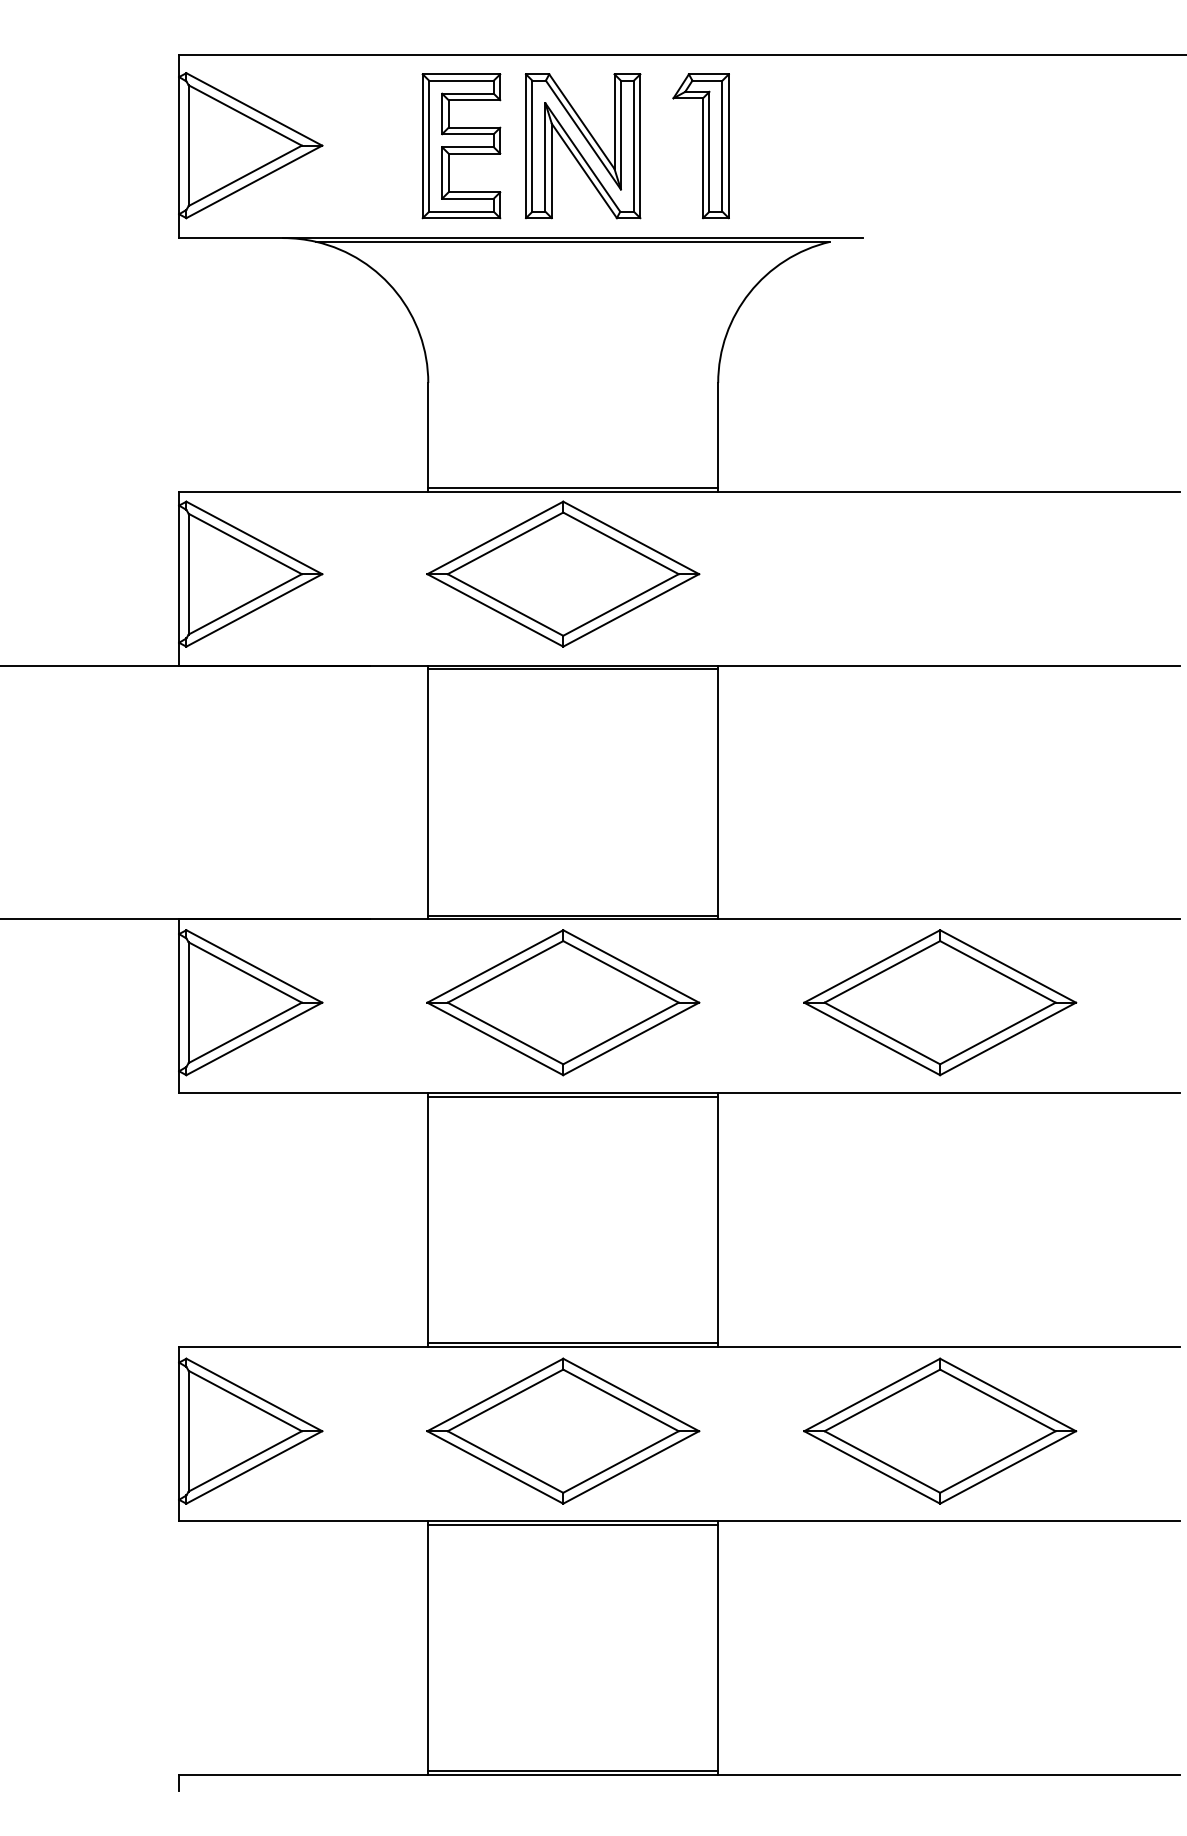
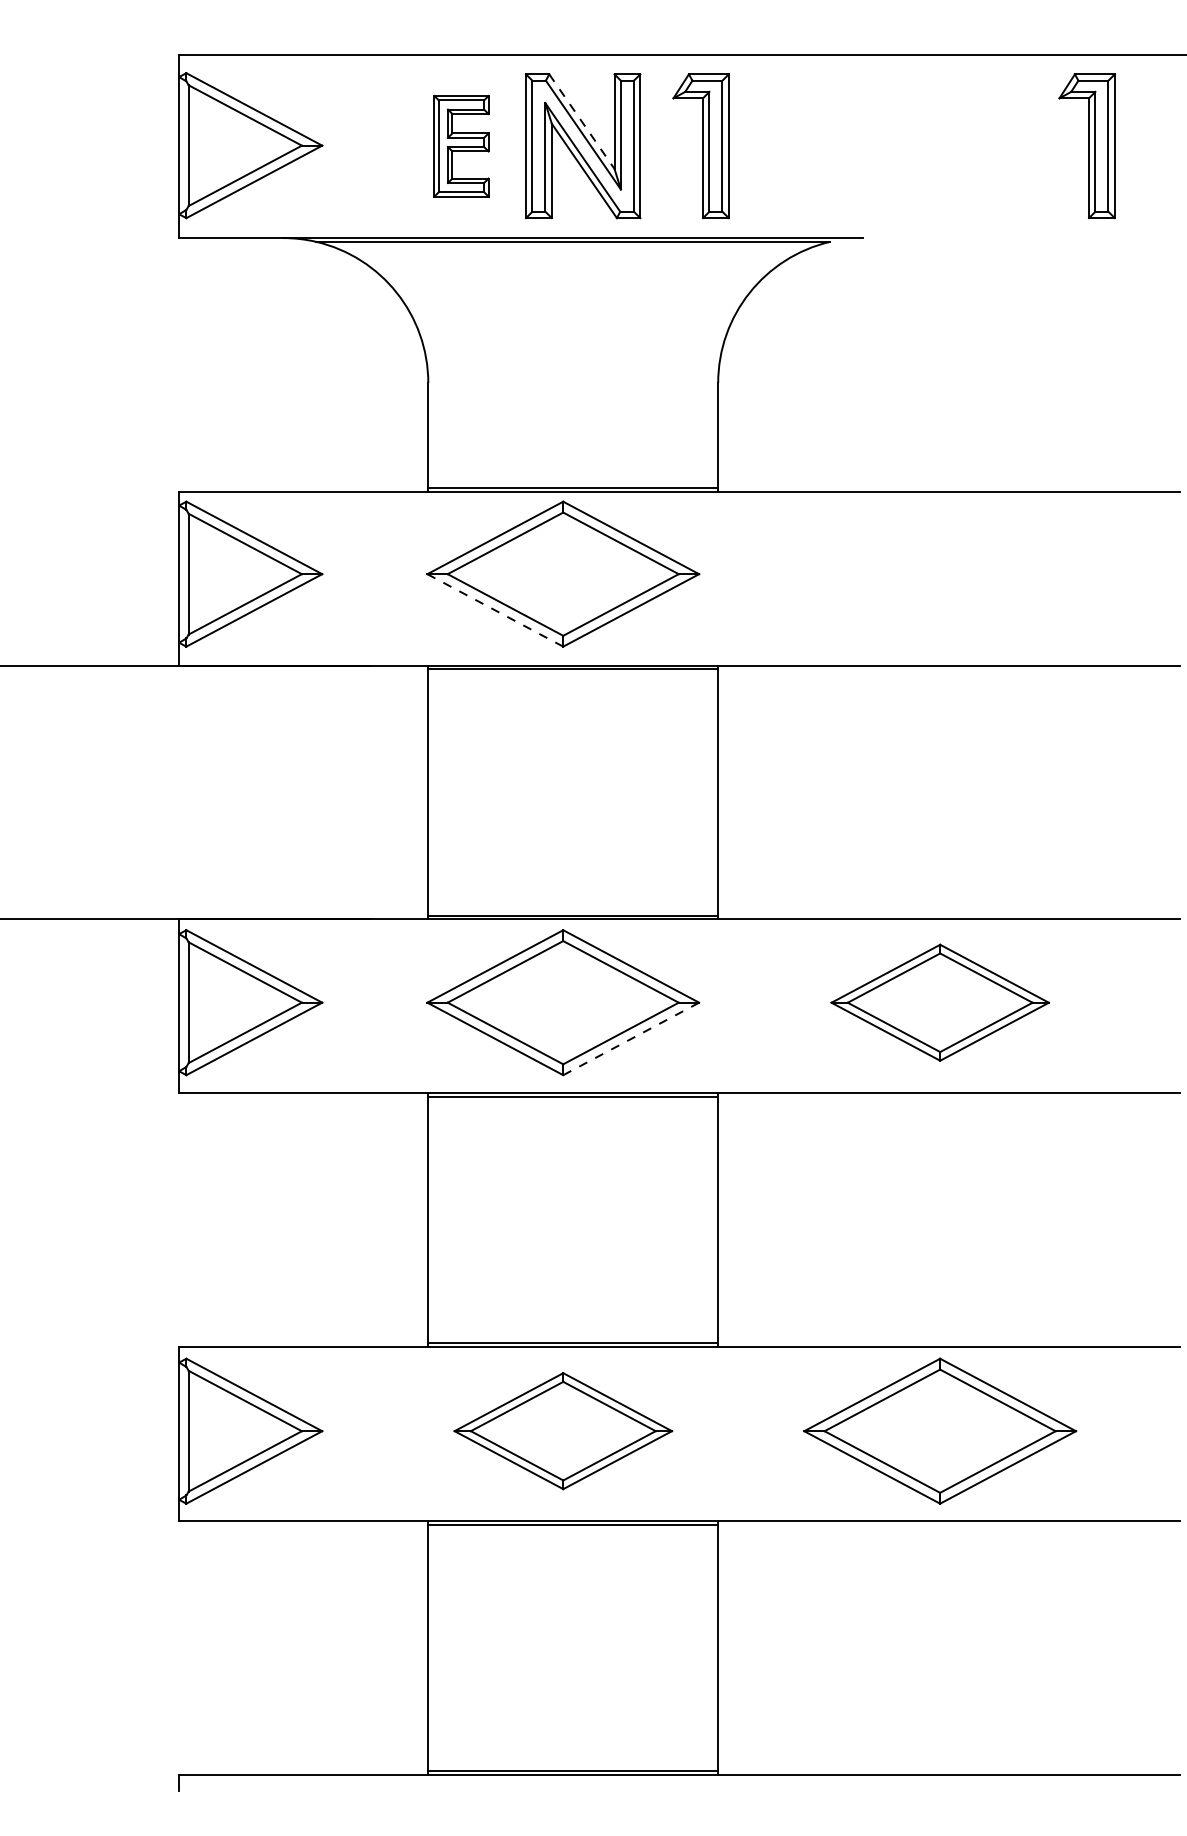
line at (582, 122): solid -> dashed
part at (461, 146) size: 81x147 px -> 57x104 px
part at (1086, 146): none -> present
line at (495, 610): solid -> dashed
part at (940, 1002) size: 275x148 px -> 220x119 px
line at (631, 1038): solid -> dashed
part at (563, 1430) size: 275x148 px -> 221x119 px
